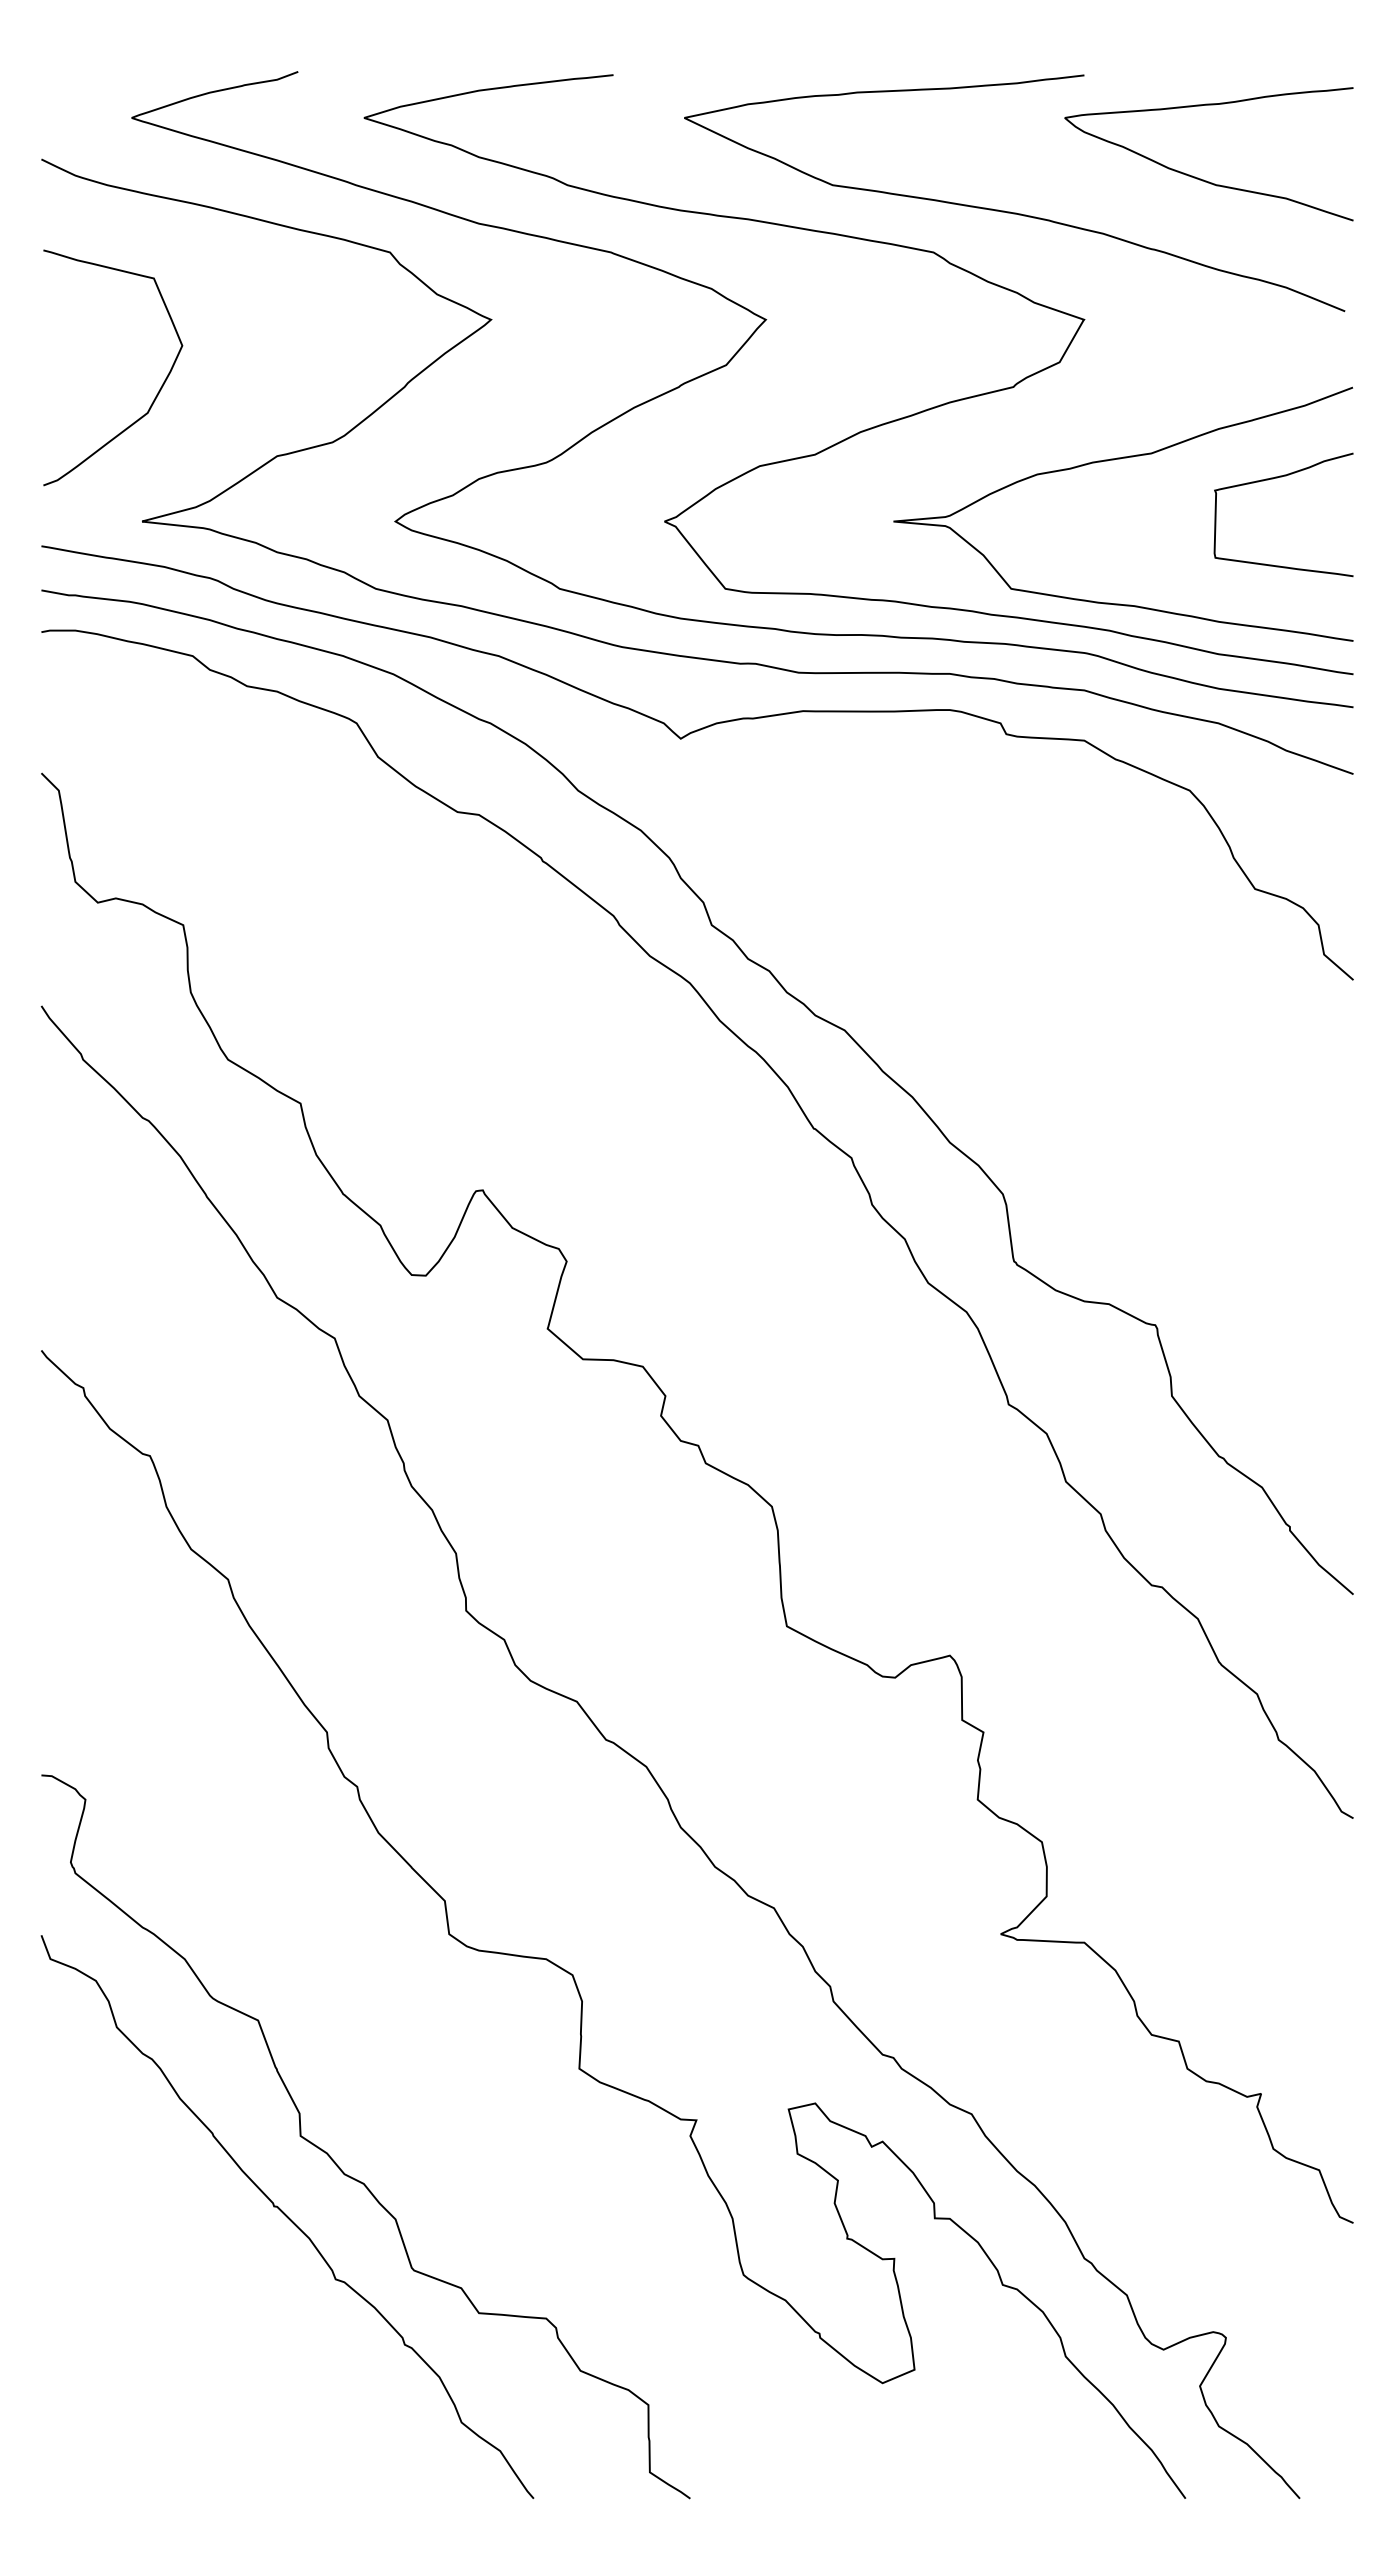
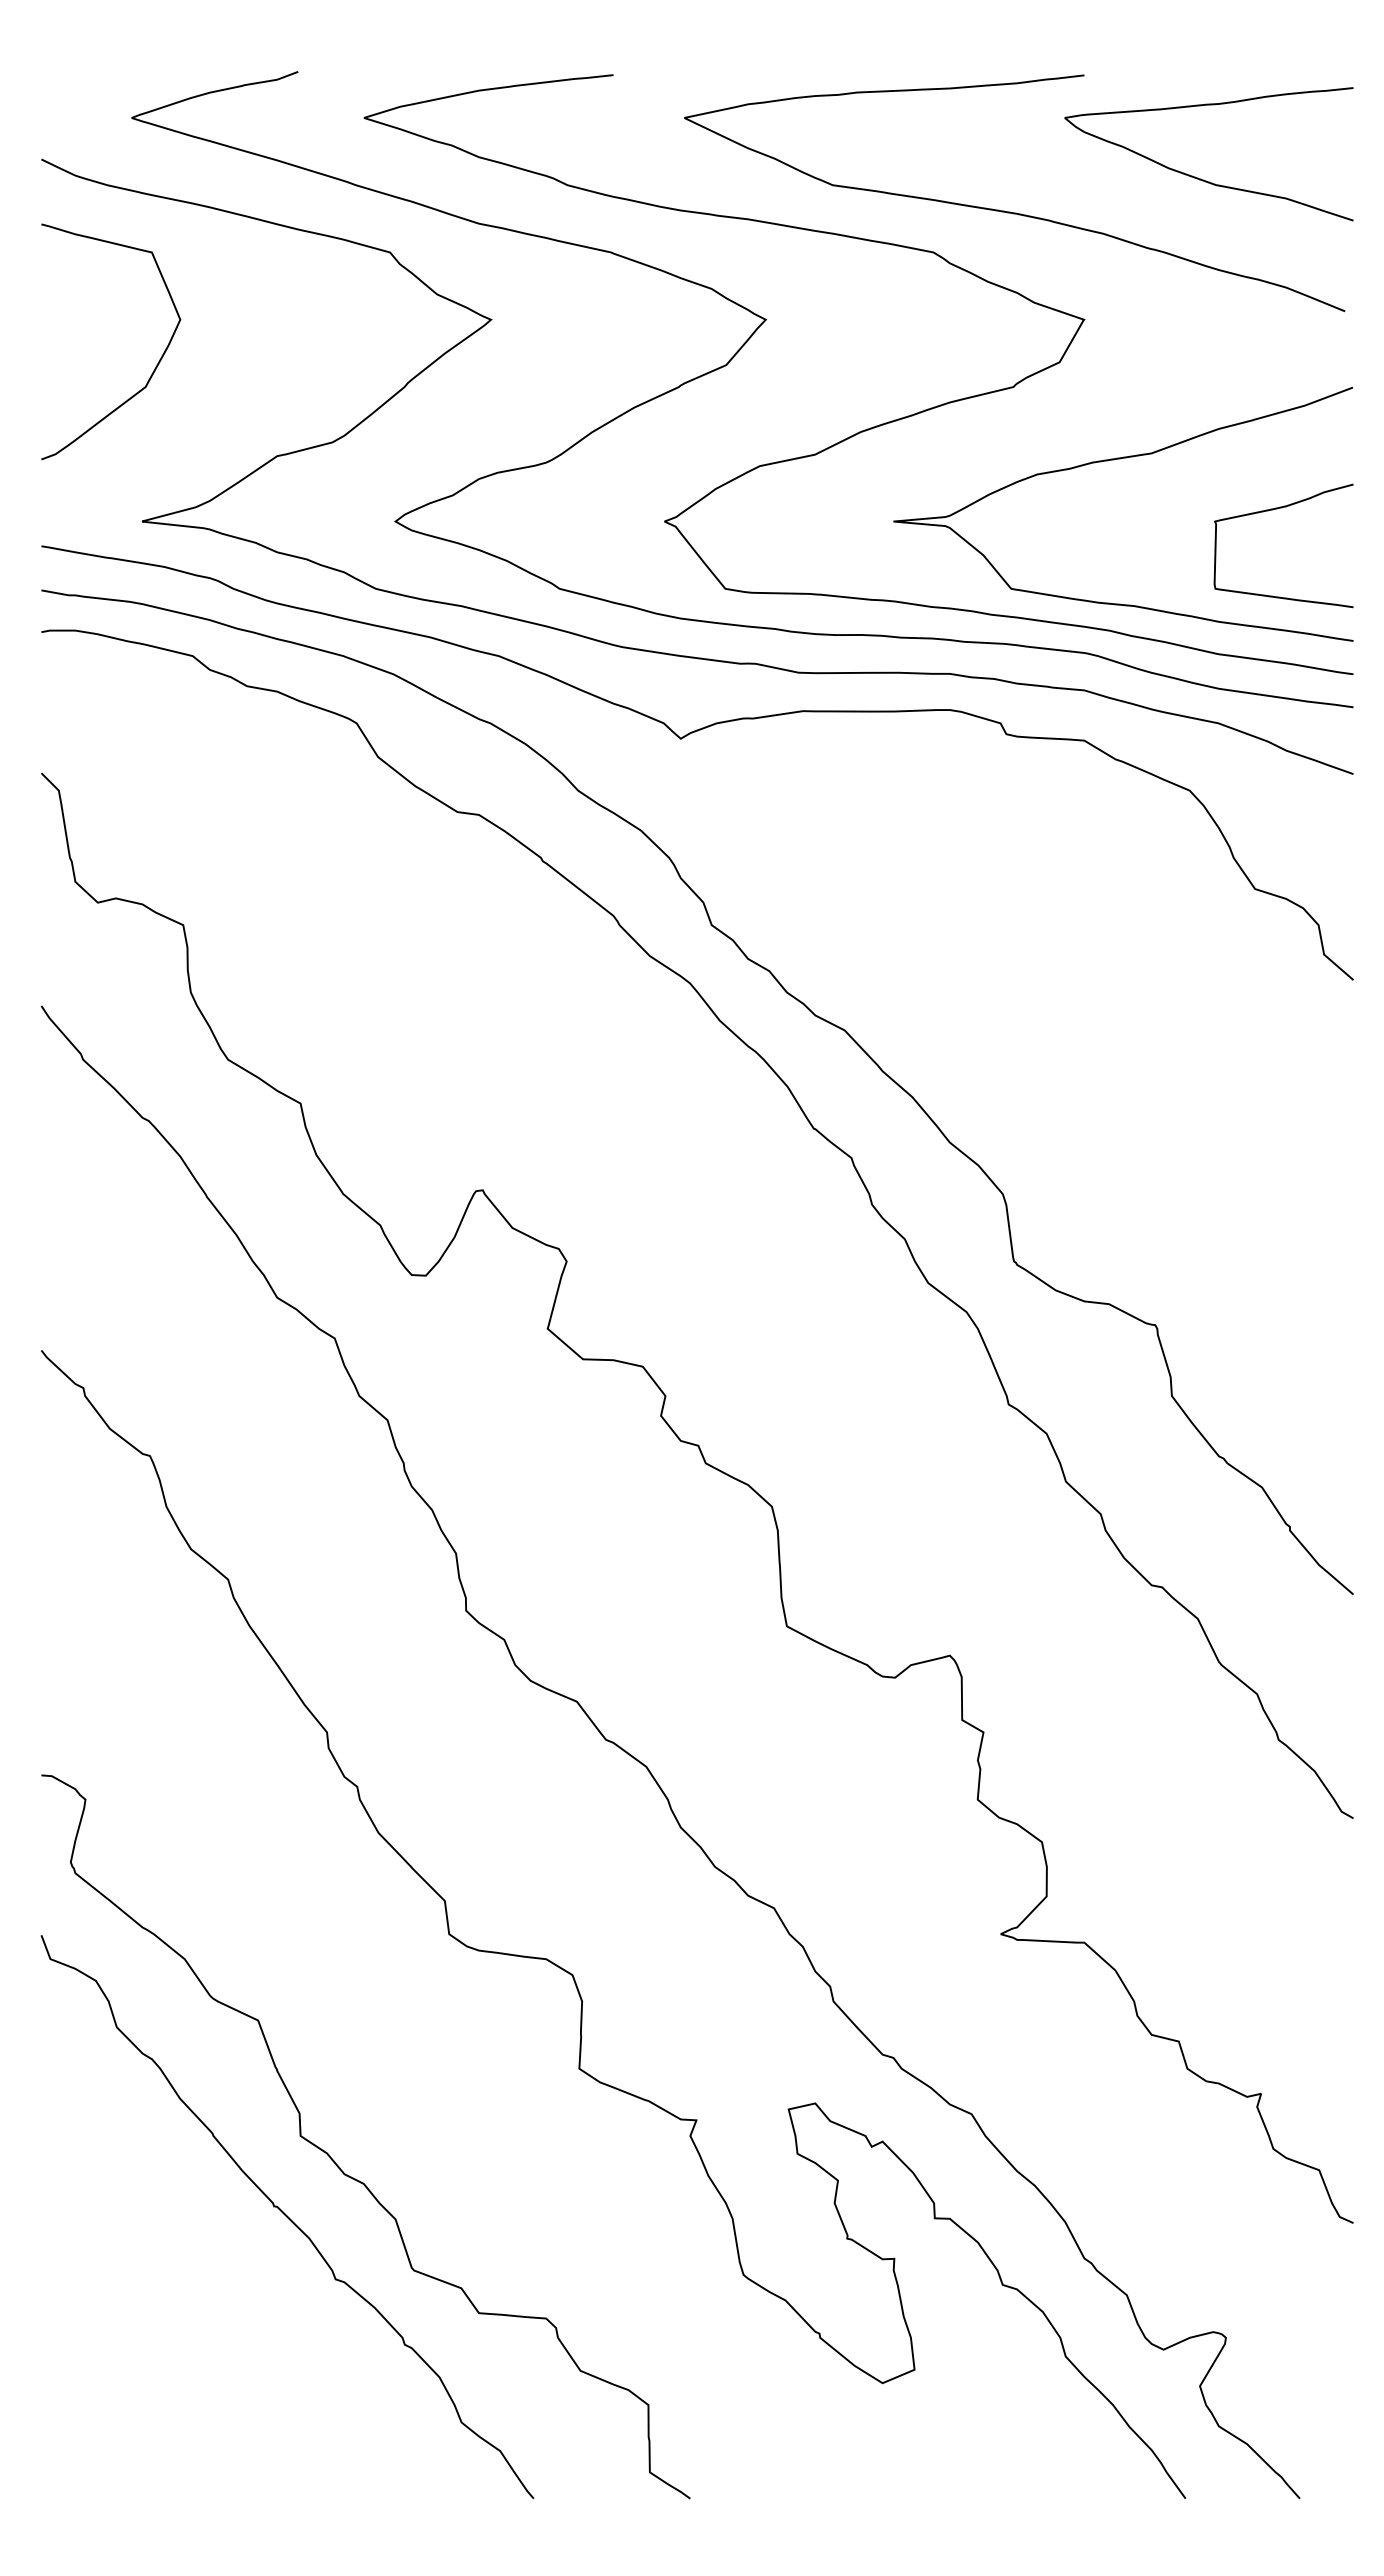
curve at (157, 392) position: (157, 392) -> (155, 366)
curve at (1273, 479) position: (1273, 479) -> (1273, 510)
